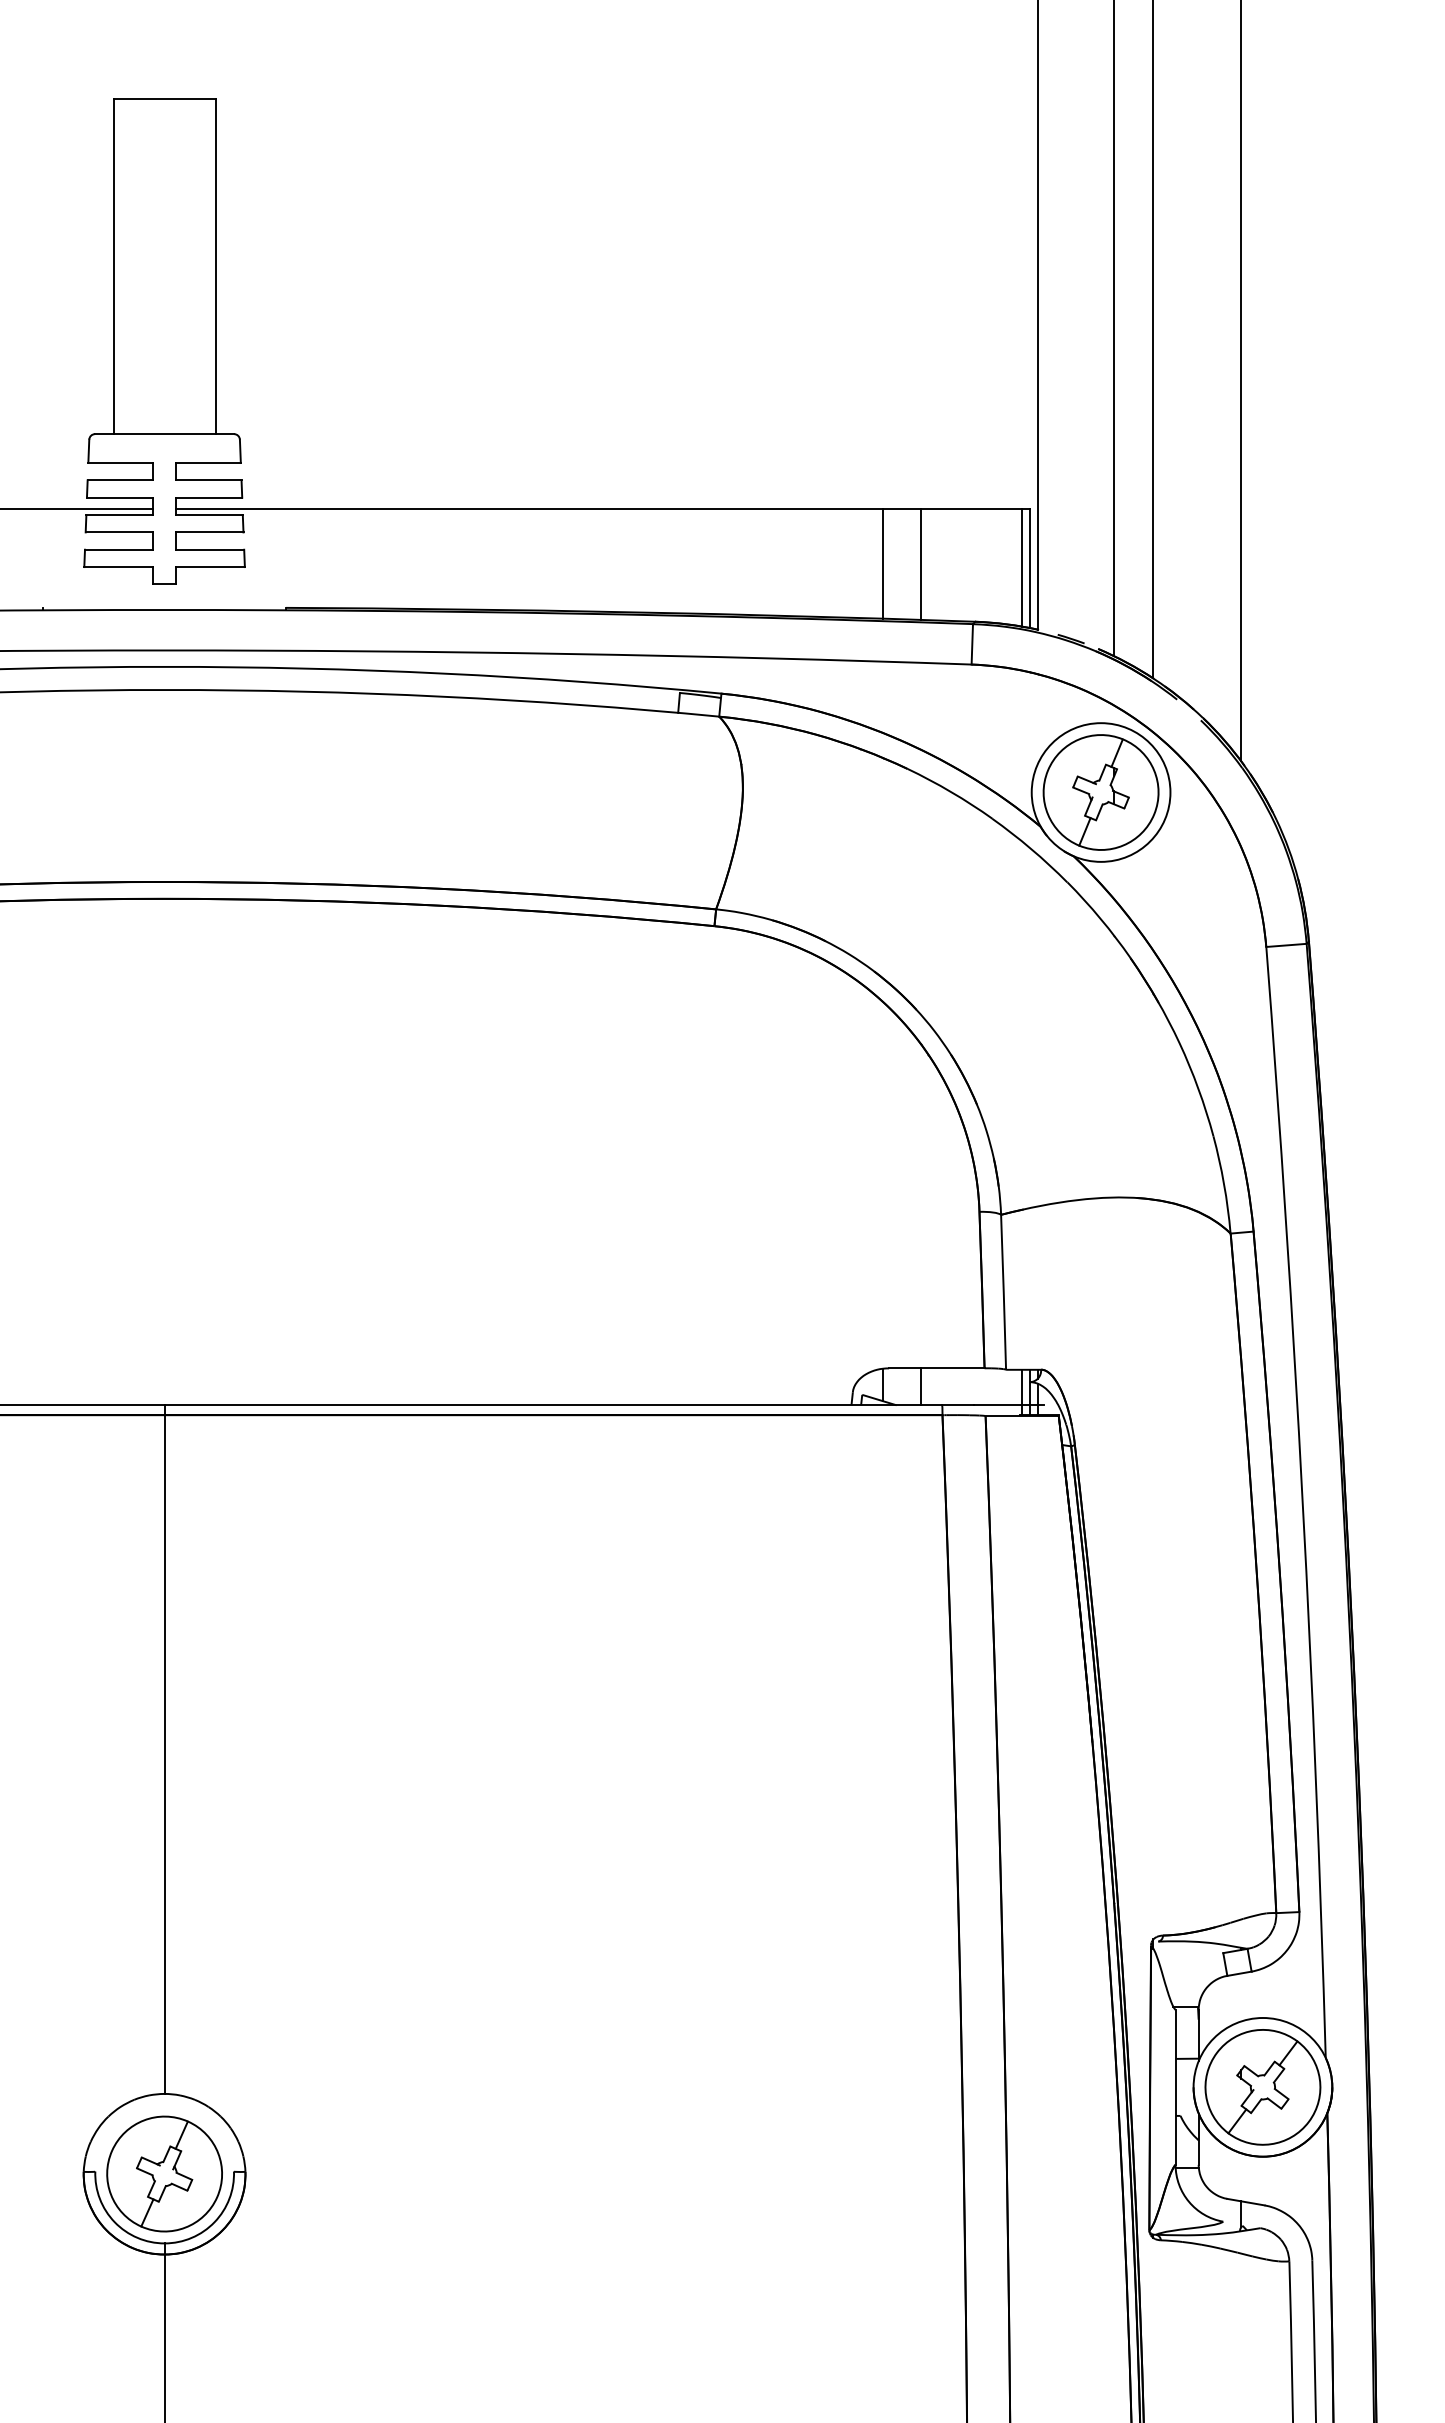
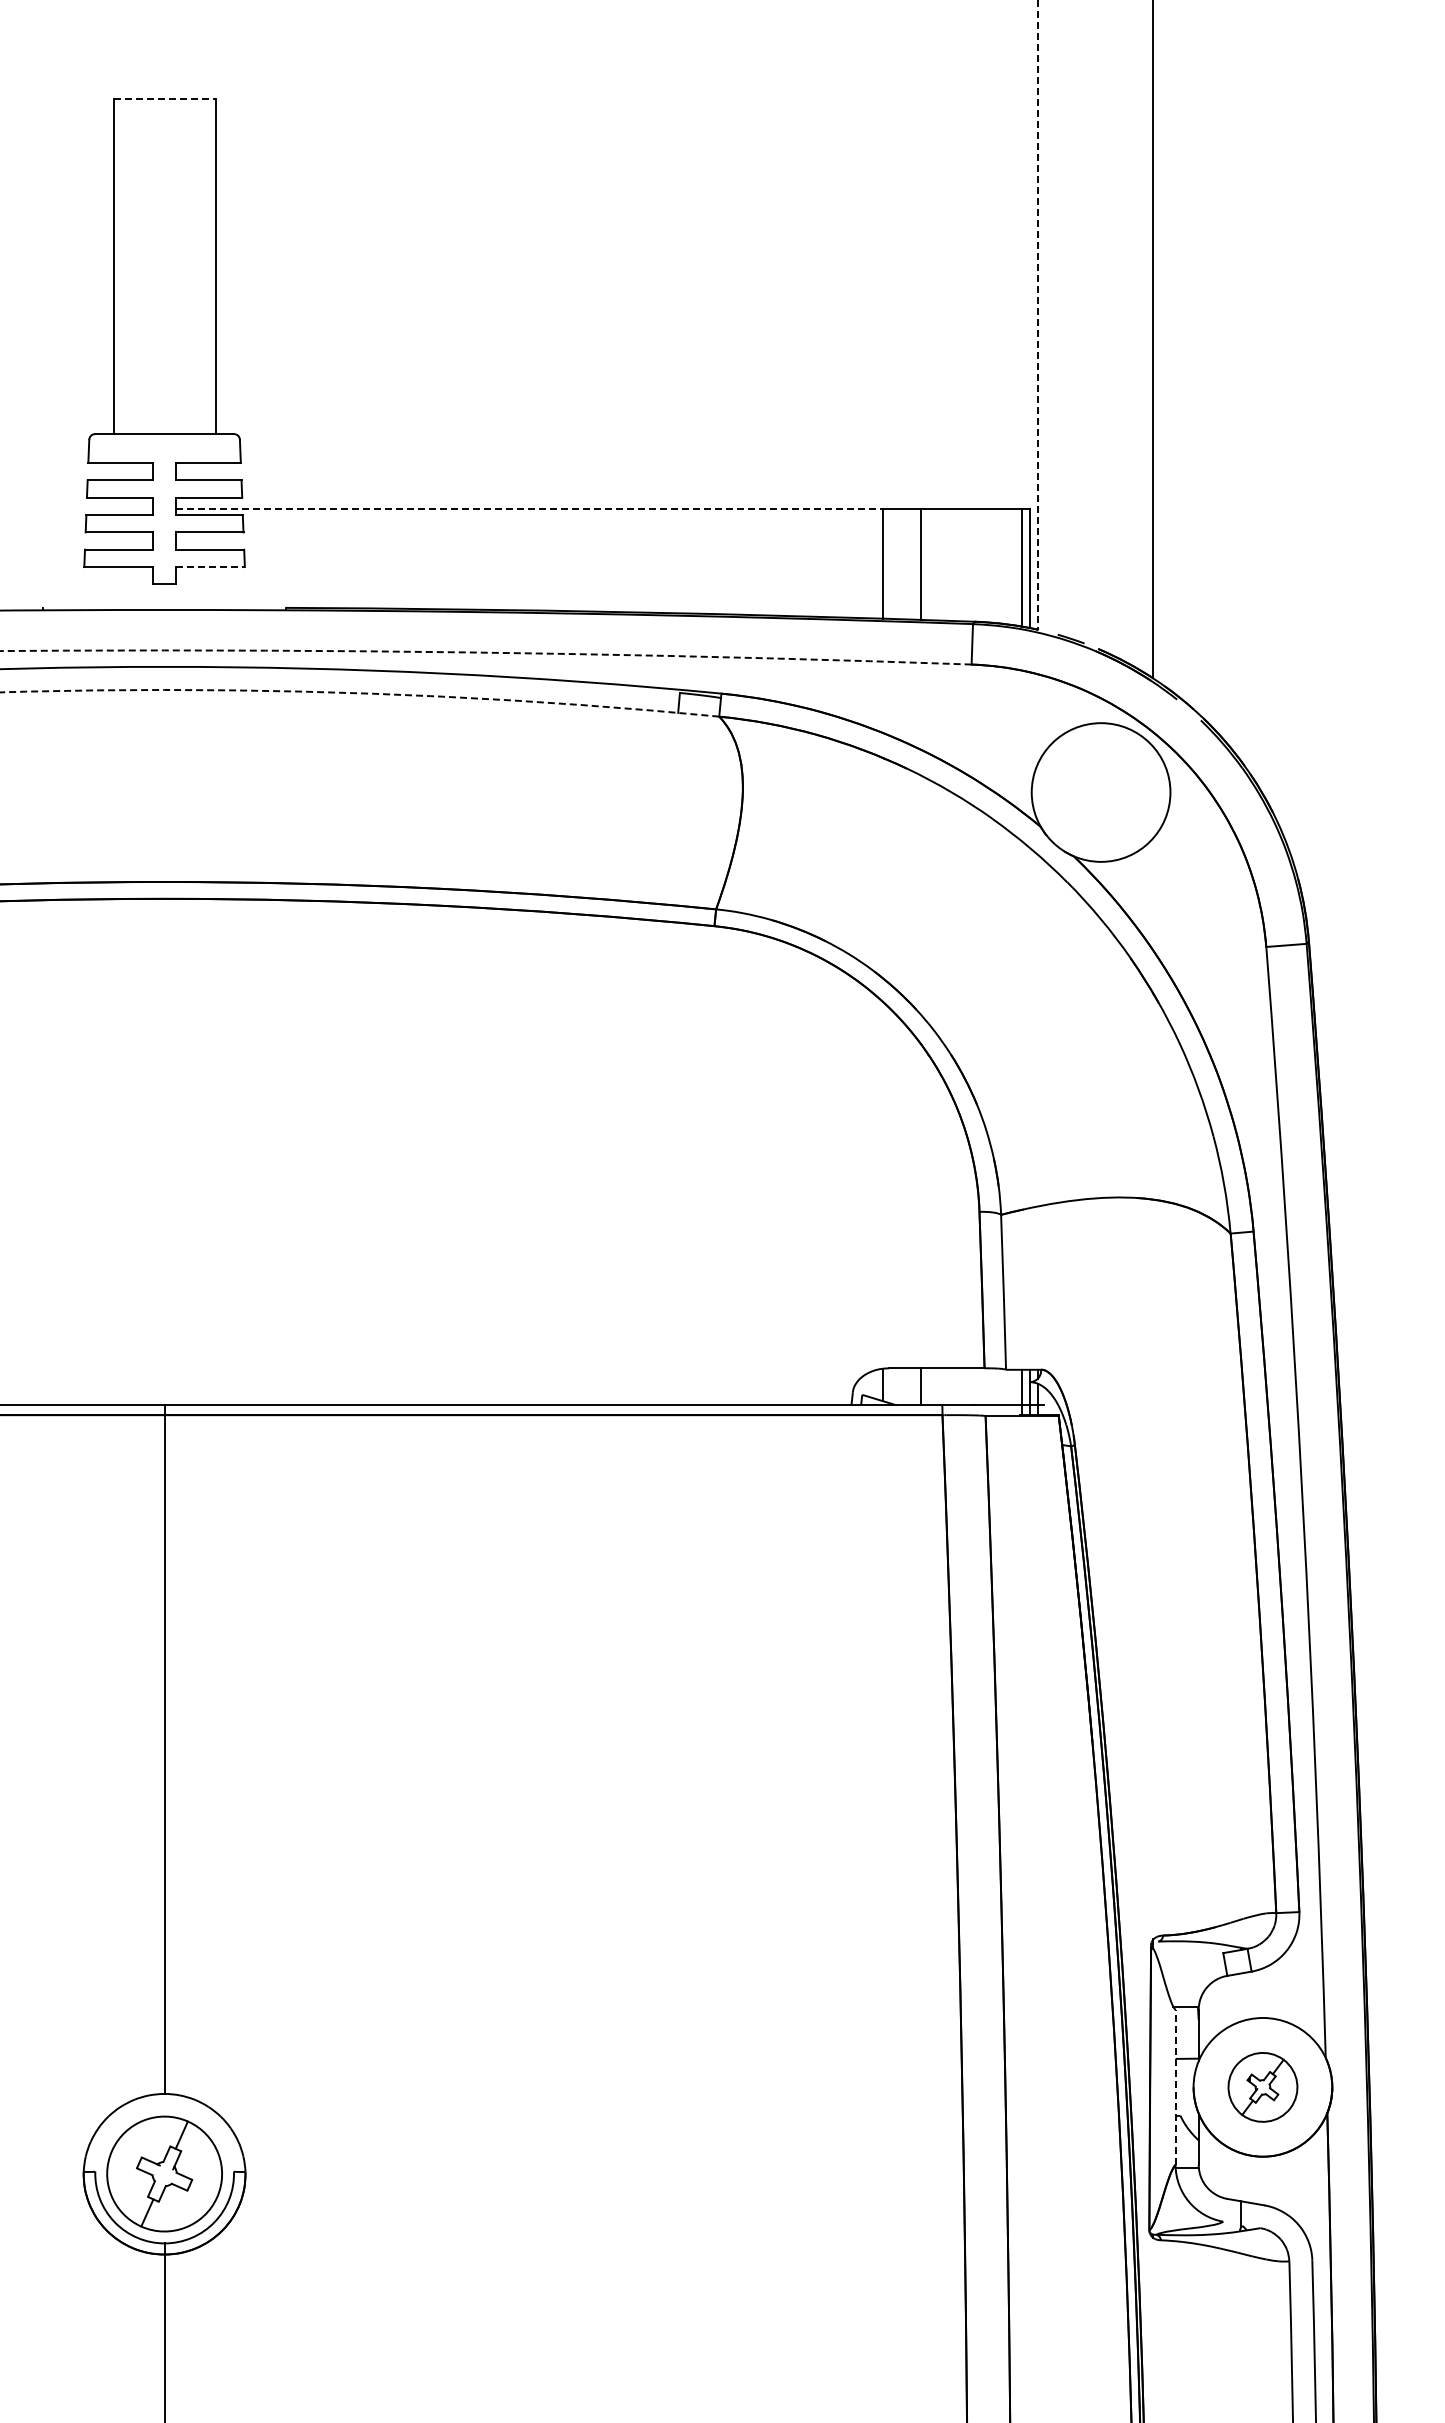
line at (164, 98): solid -> dashed
line at (1037, 314): solid -> dashed
line at (1114, 329): present -> none
line at (1241, 381): present -> none
line at (77, 508): present -> none
line at (529, 508): solid -> dashed
line at (211, 567): solid -> dashed
arc at (486, 652): solid -> dashed
arc at (359, 693): solid -> dashed
part at (1100, 792): present -> none
line at (1175, 2086): solid -> dashed
part at (1262, 2087) size: 118x117 px -> 72x71 px
